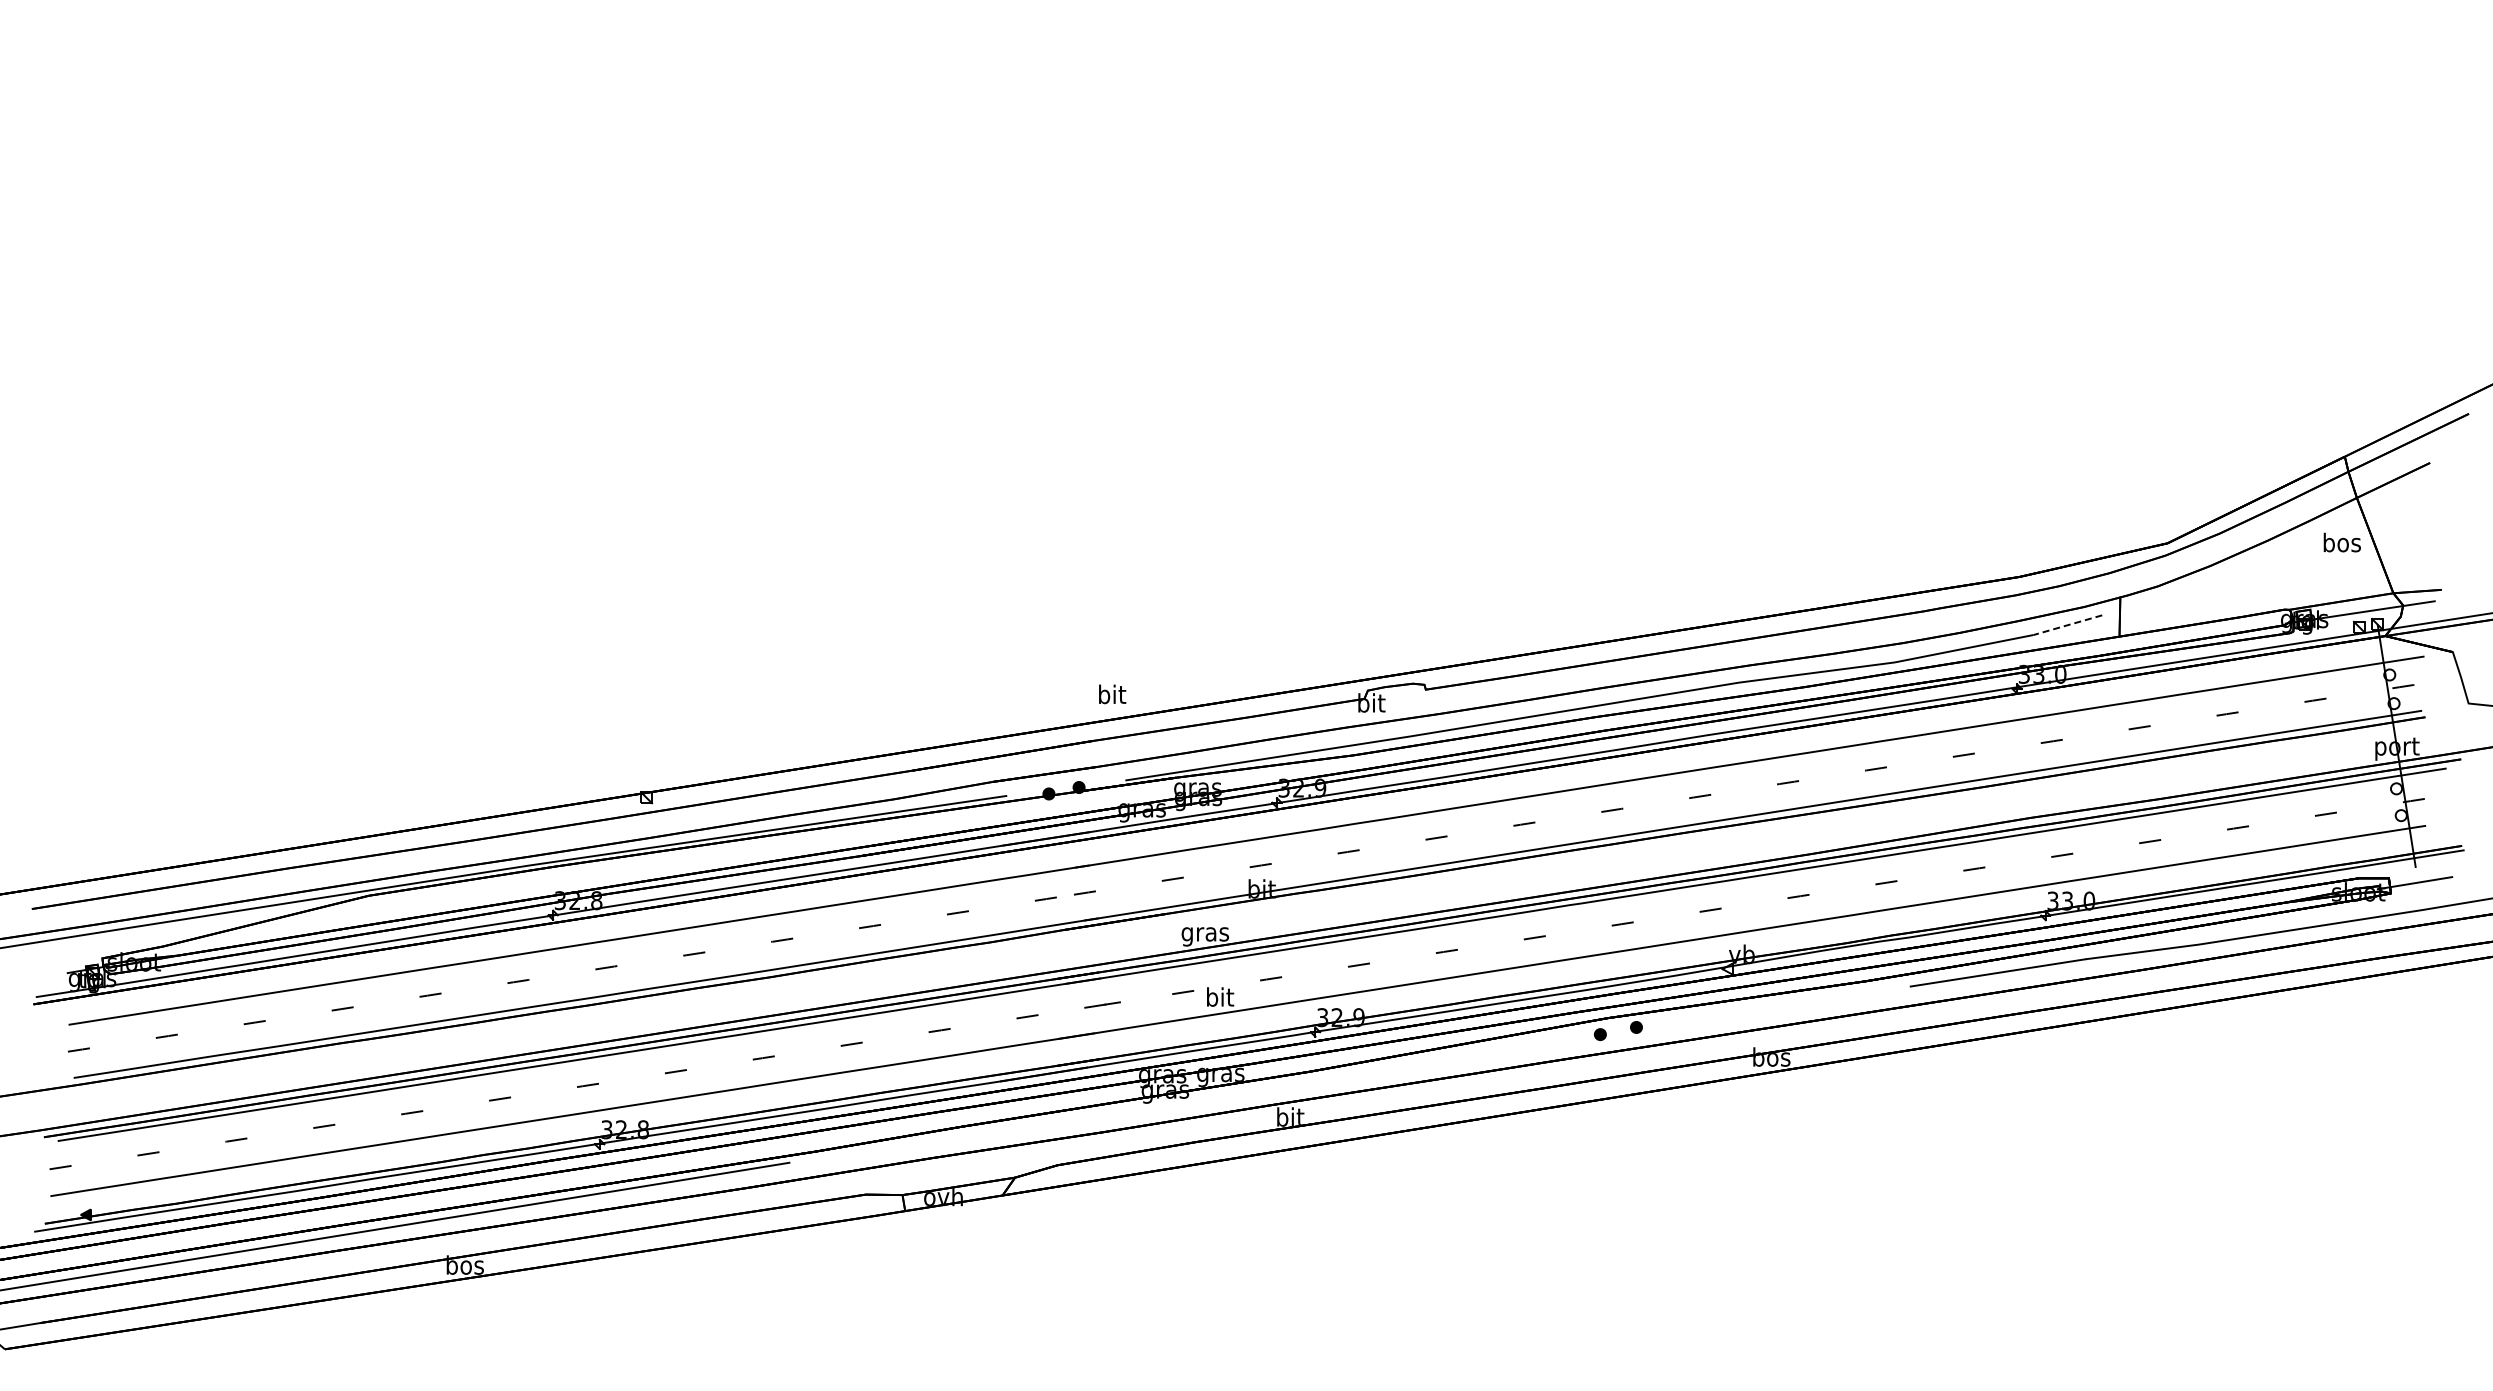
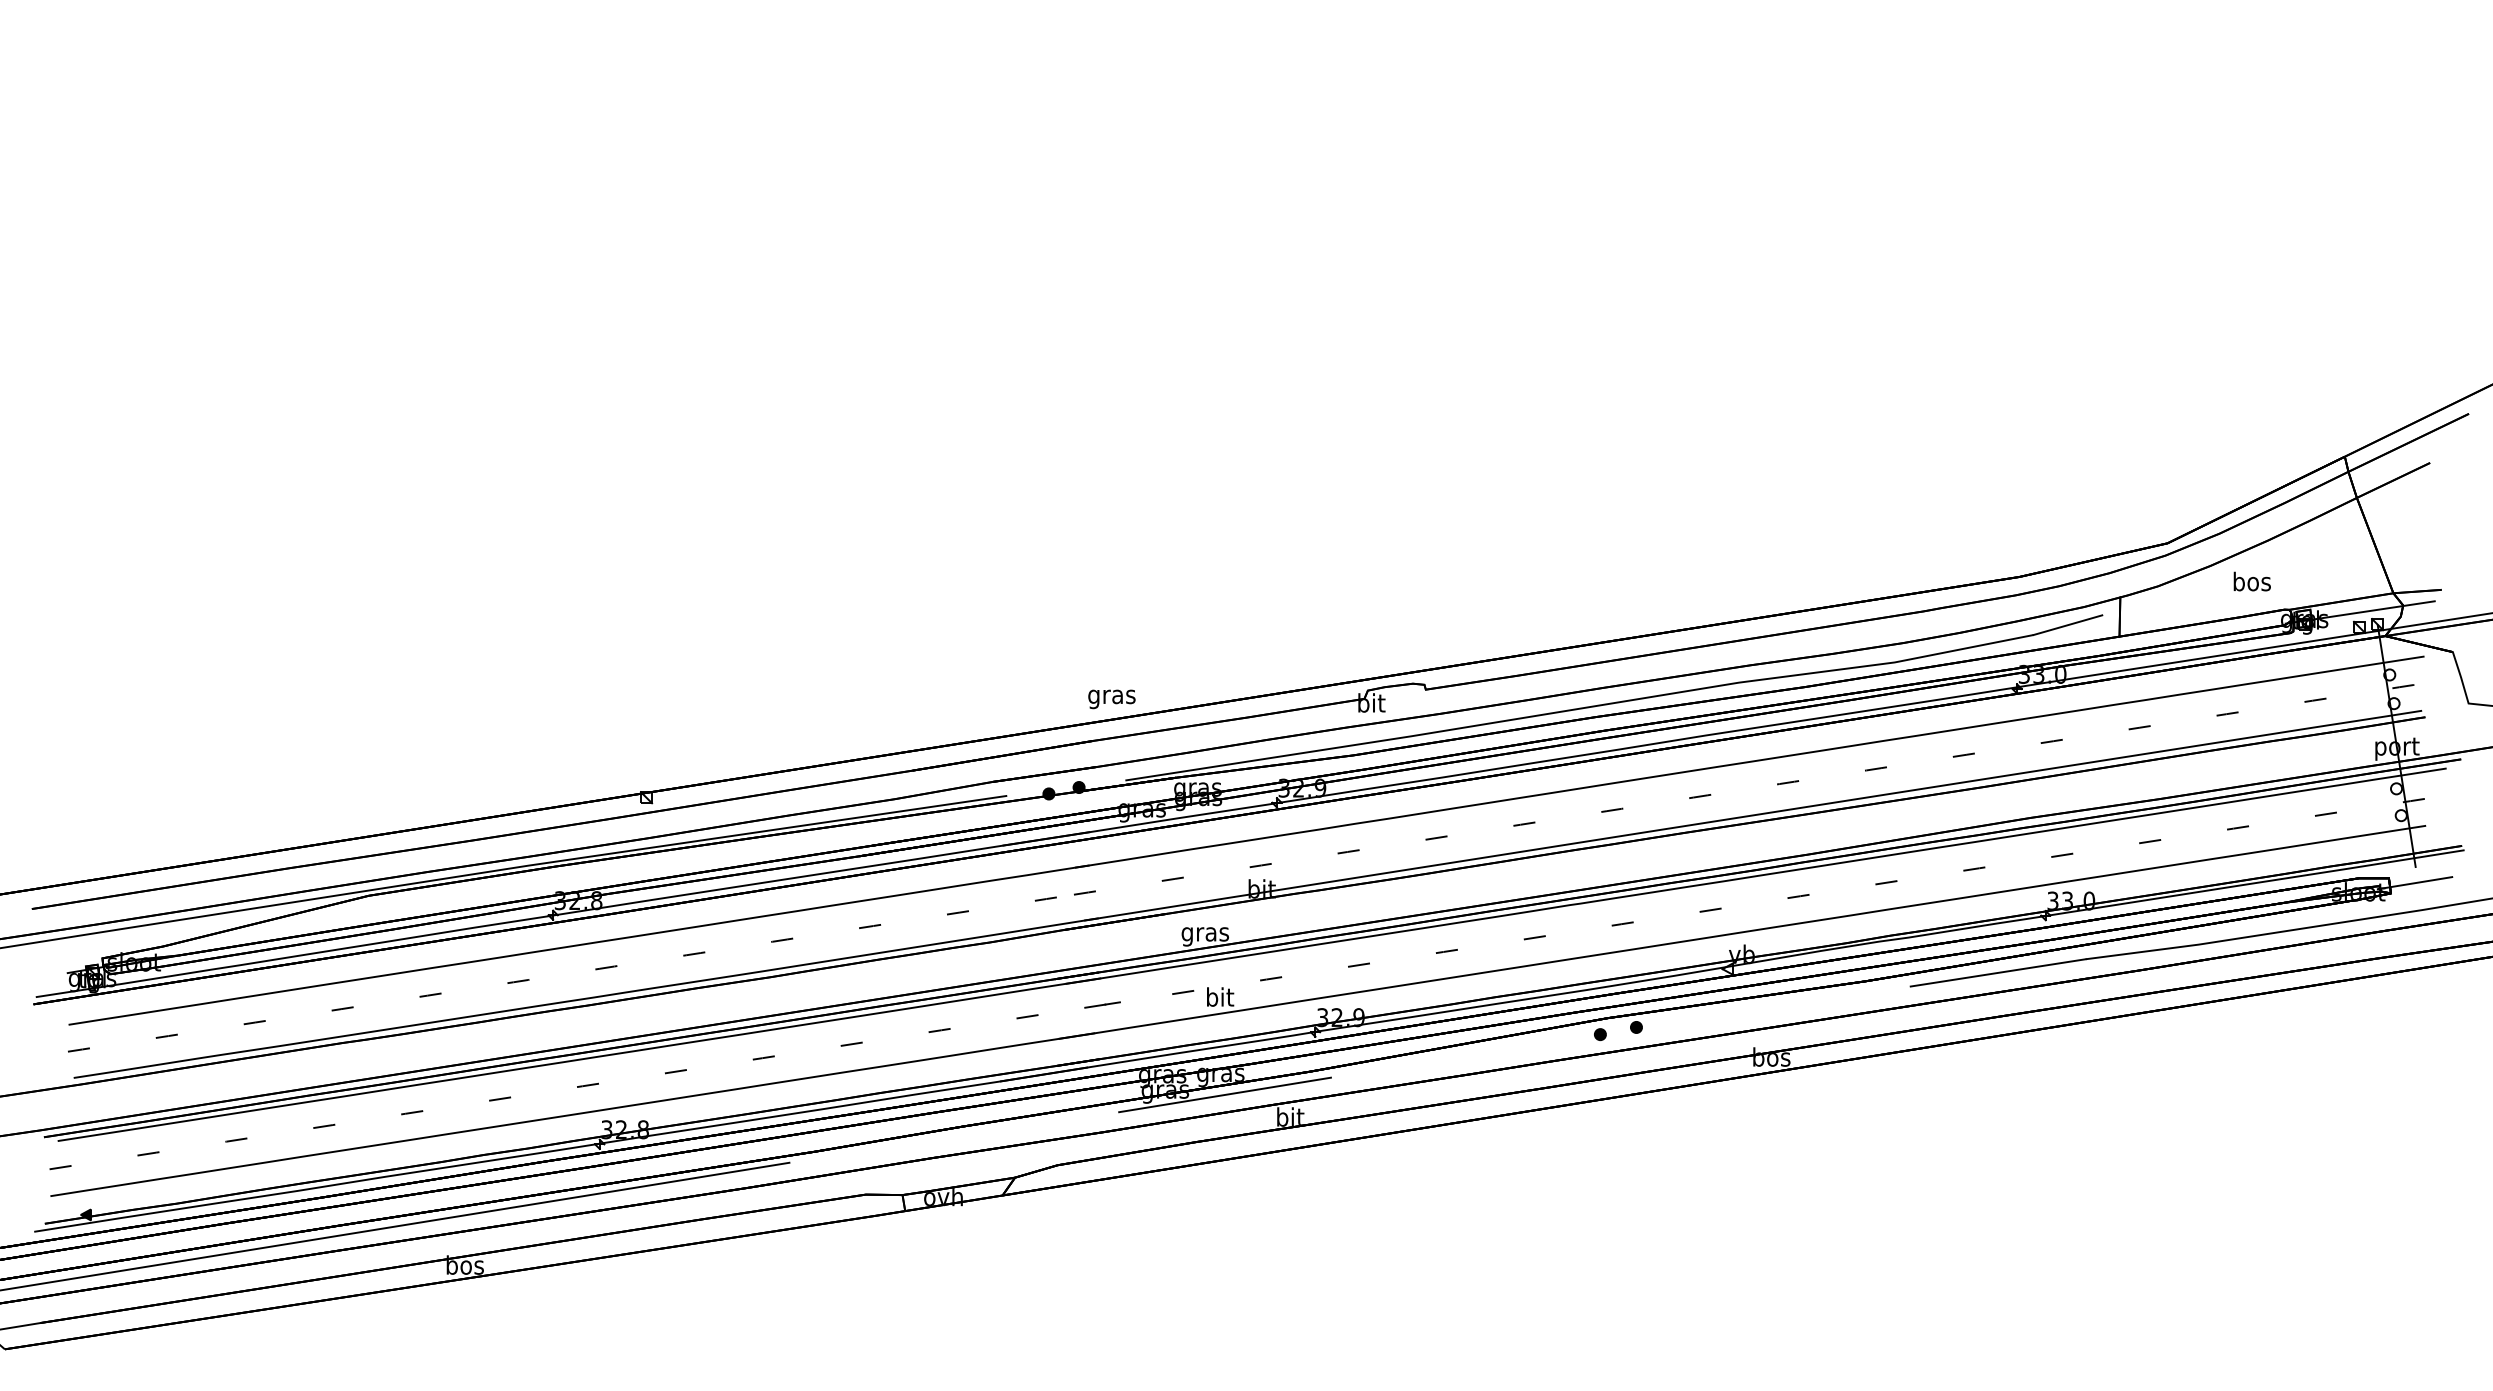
text at (2341, 542) position: (2341, 542) -> (2251, 581)
line at (2067, 625): dashed -> solid
text at (1111, 696): bit -> gras
line at (1224, 1094): none -> present
